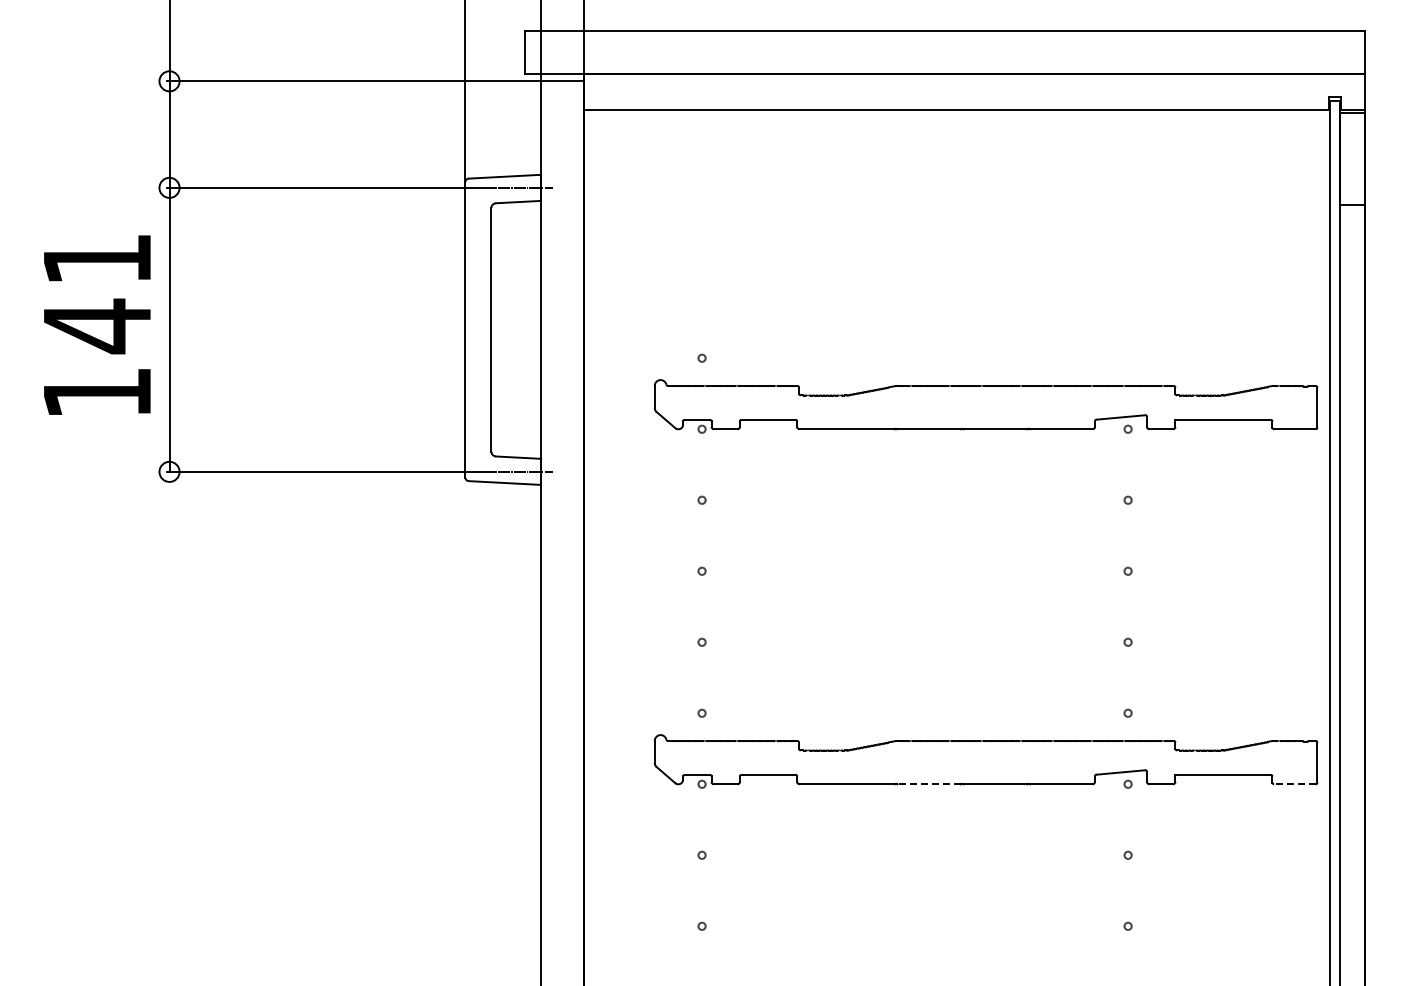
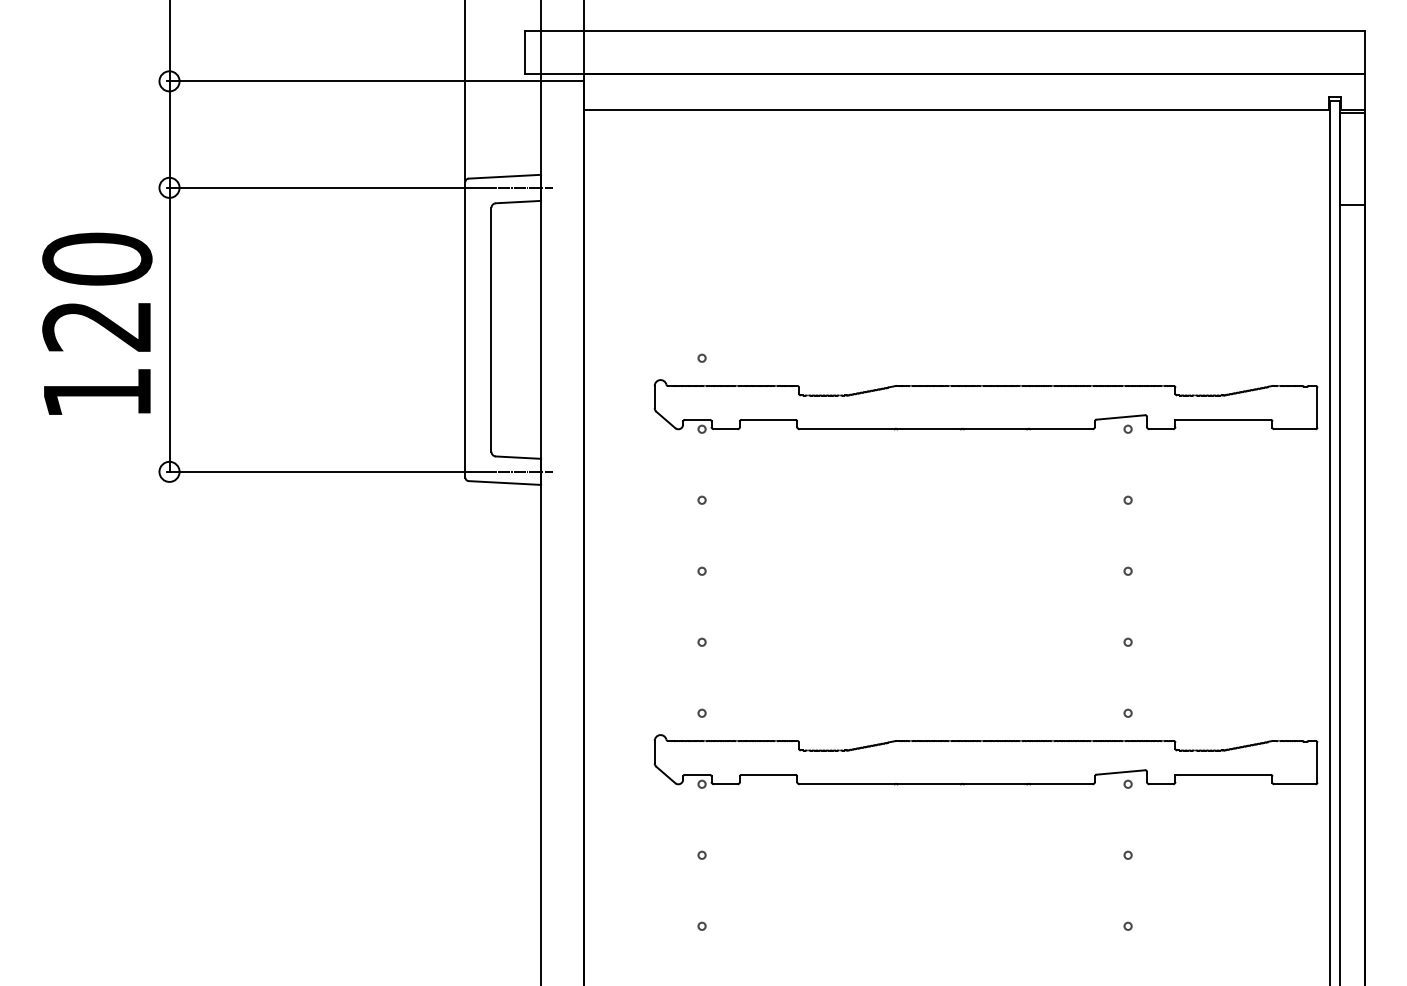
text at (97, 293): 141 -> 120
line at (929, 784): dashed -> solid
line at (1294, 784): dashed -> solid
